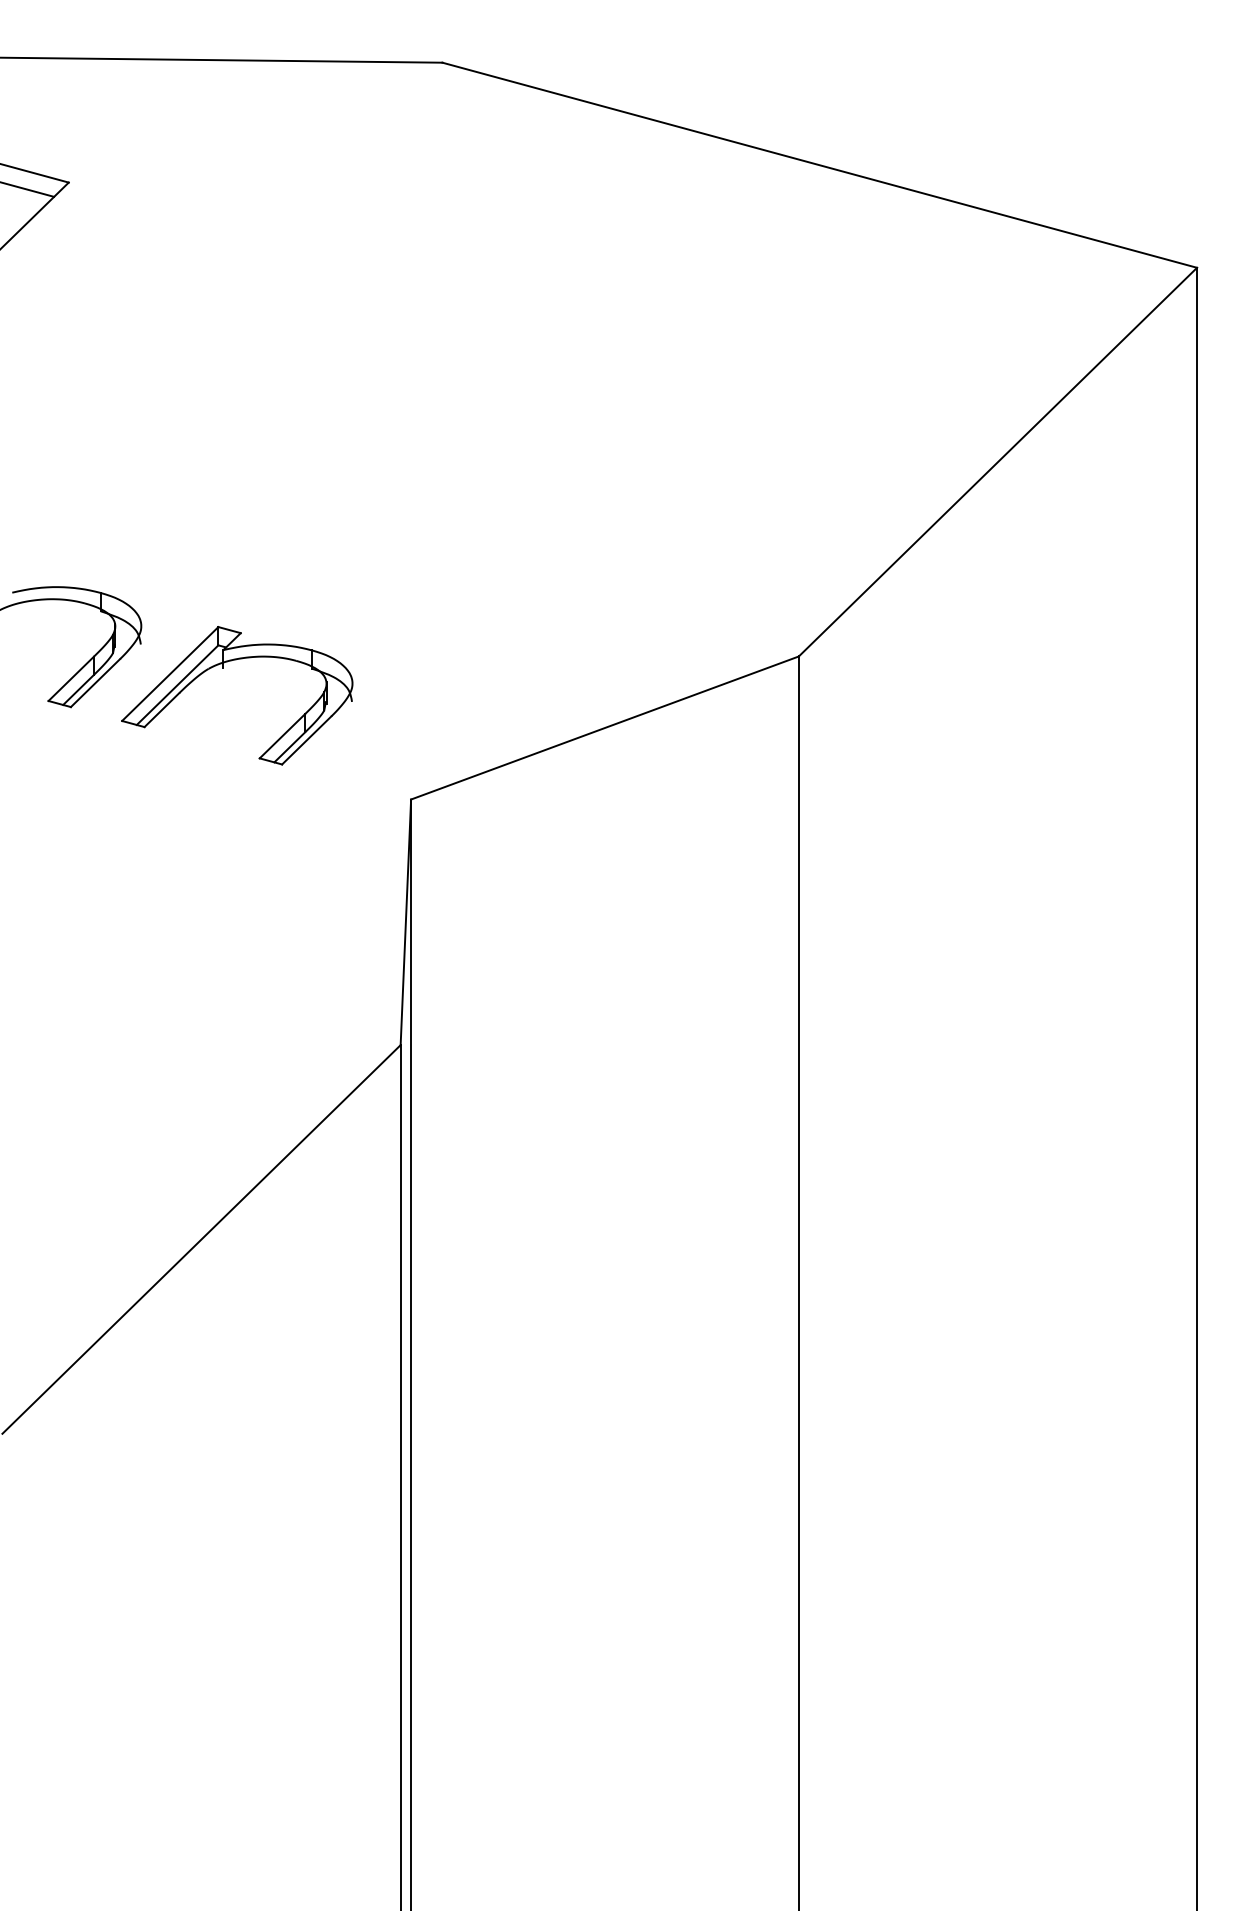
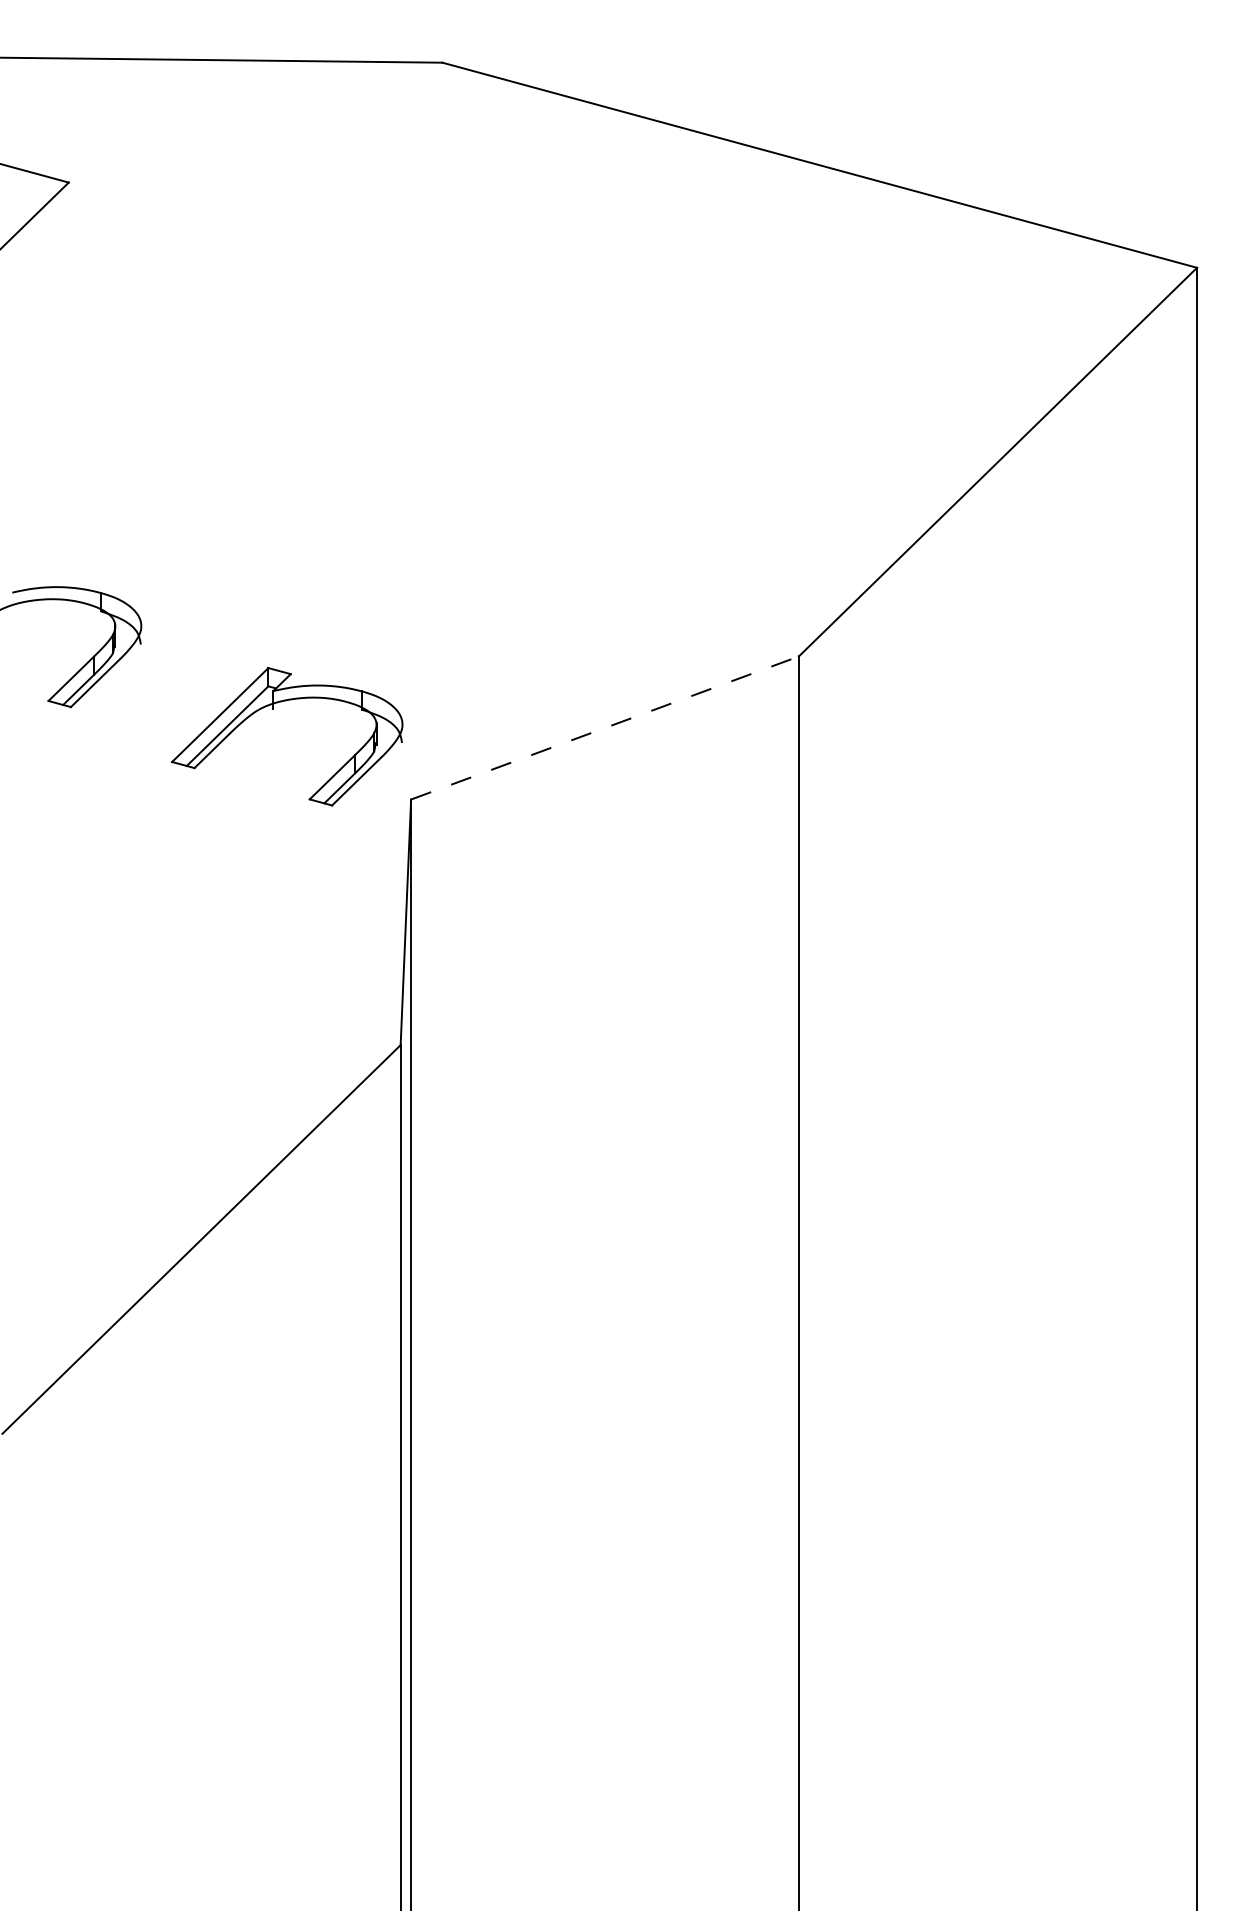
line at (28, 189): present -> none
part at (223, 668) position: (223, 668) -> (273, 709)
line at (604, 728): solid -> dashed
